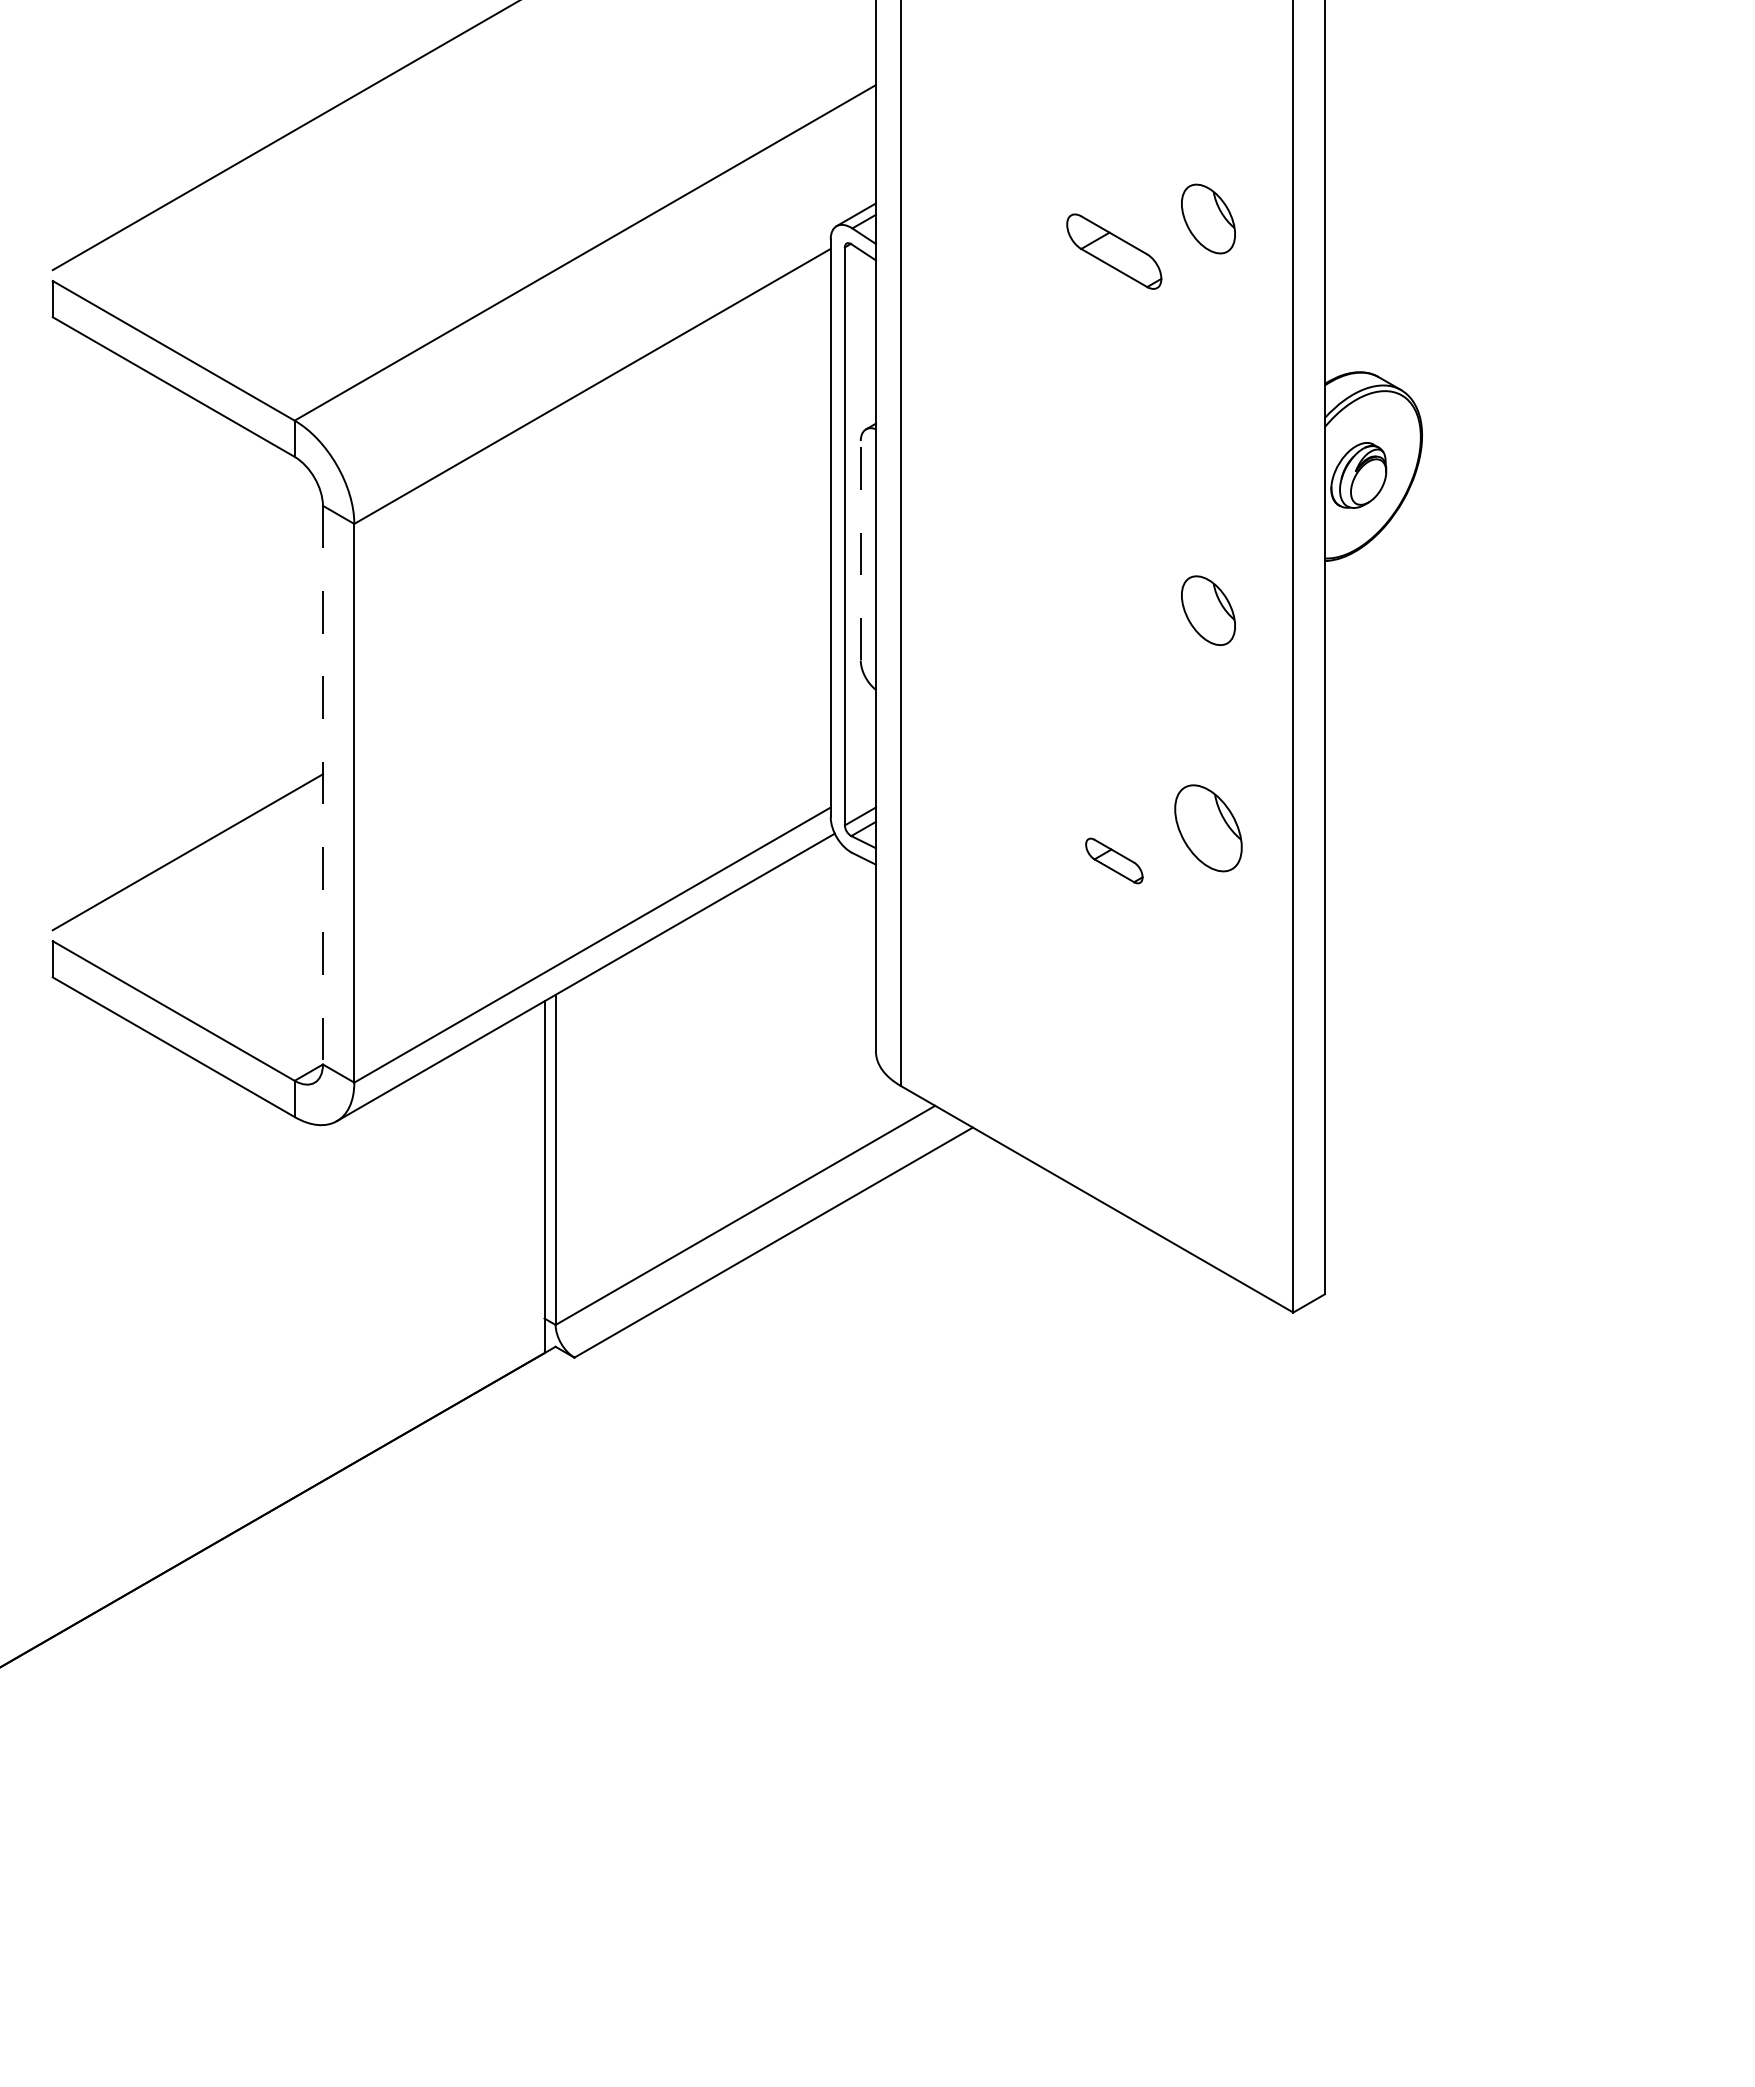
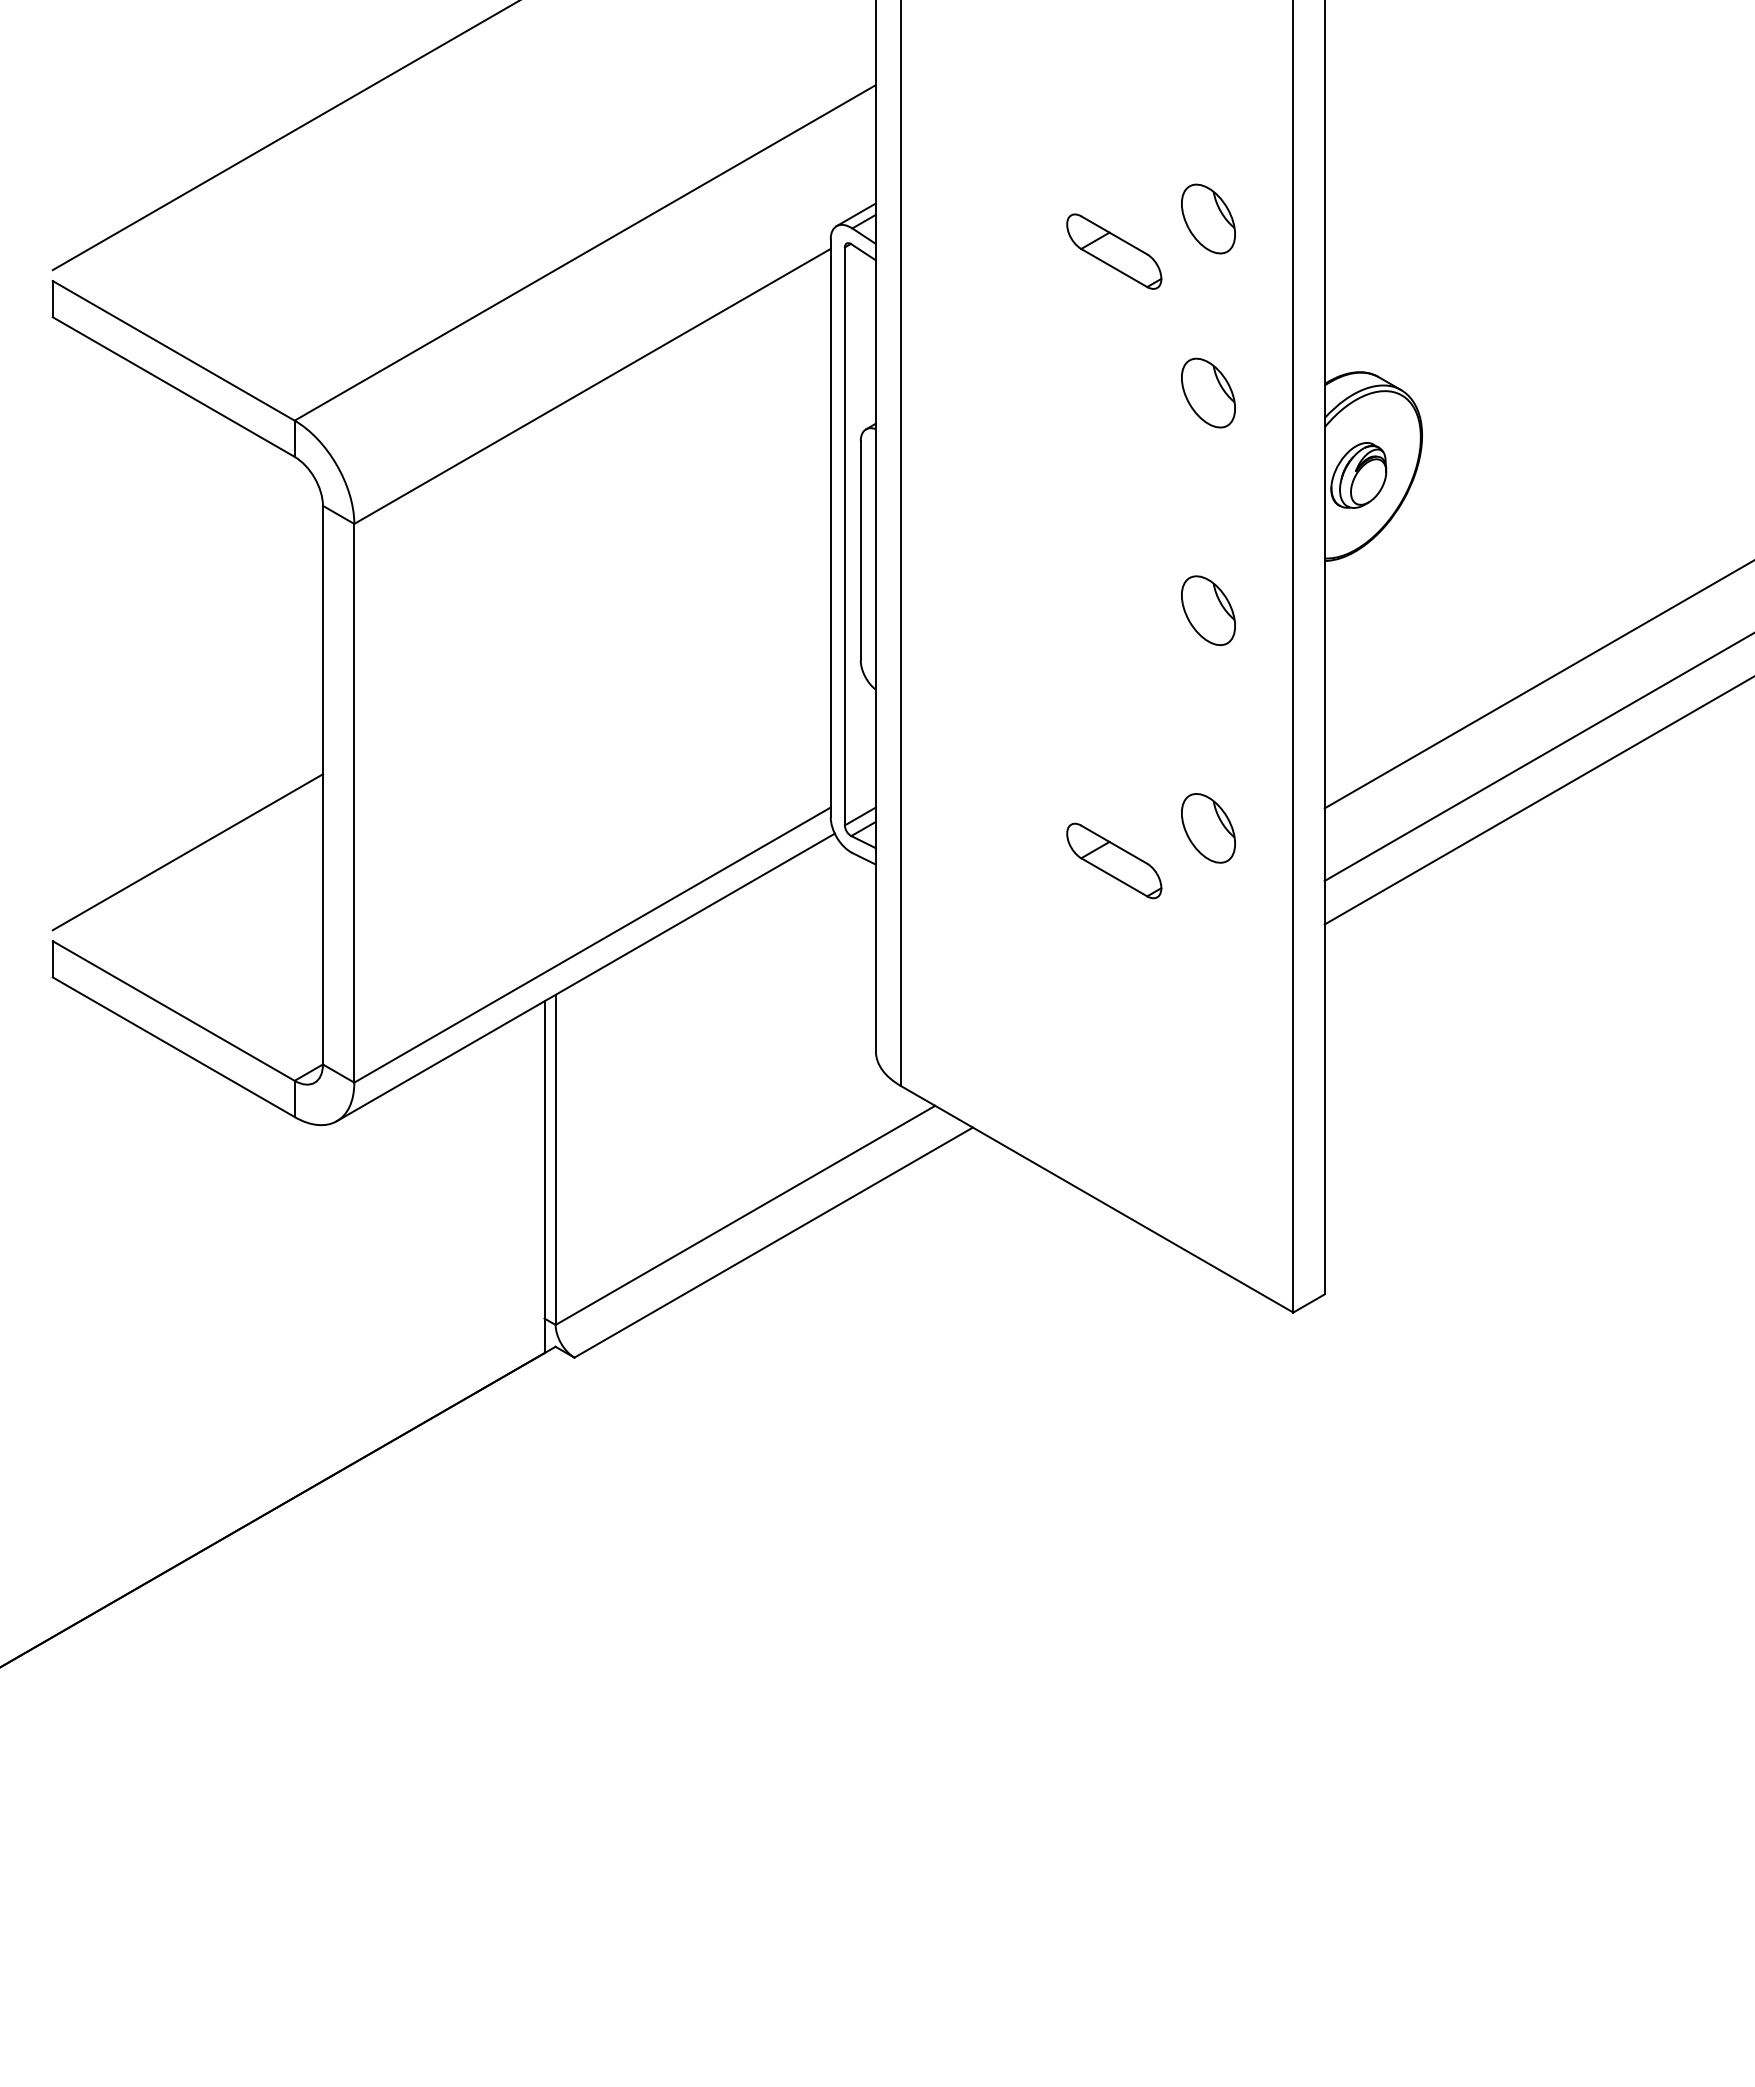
part at (1208, 392): none -> present
line at (860, 550): dashed -> solid
line at (1537, 684): none -> present
line at (1537, 757): none -> present
line at (322, 785): dashed -> solid
line at (1537, 801): none -> present
part at (1208, 828) size: 69x89 px -> 55x71 px
part at (1114, 860) size: 59x48 px -> 97x78 px
